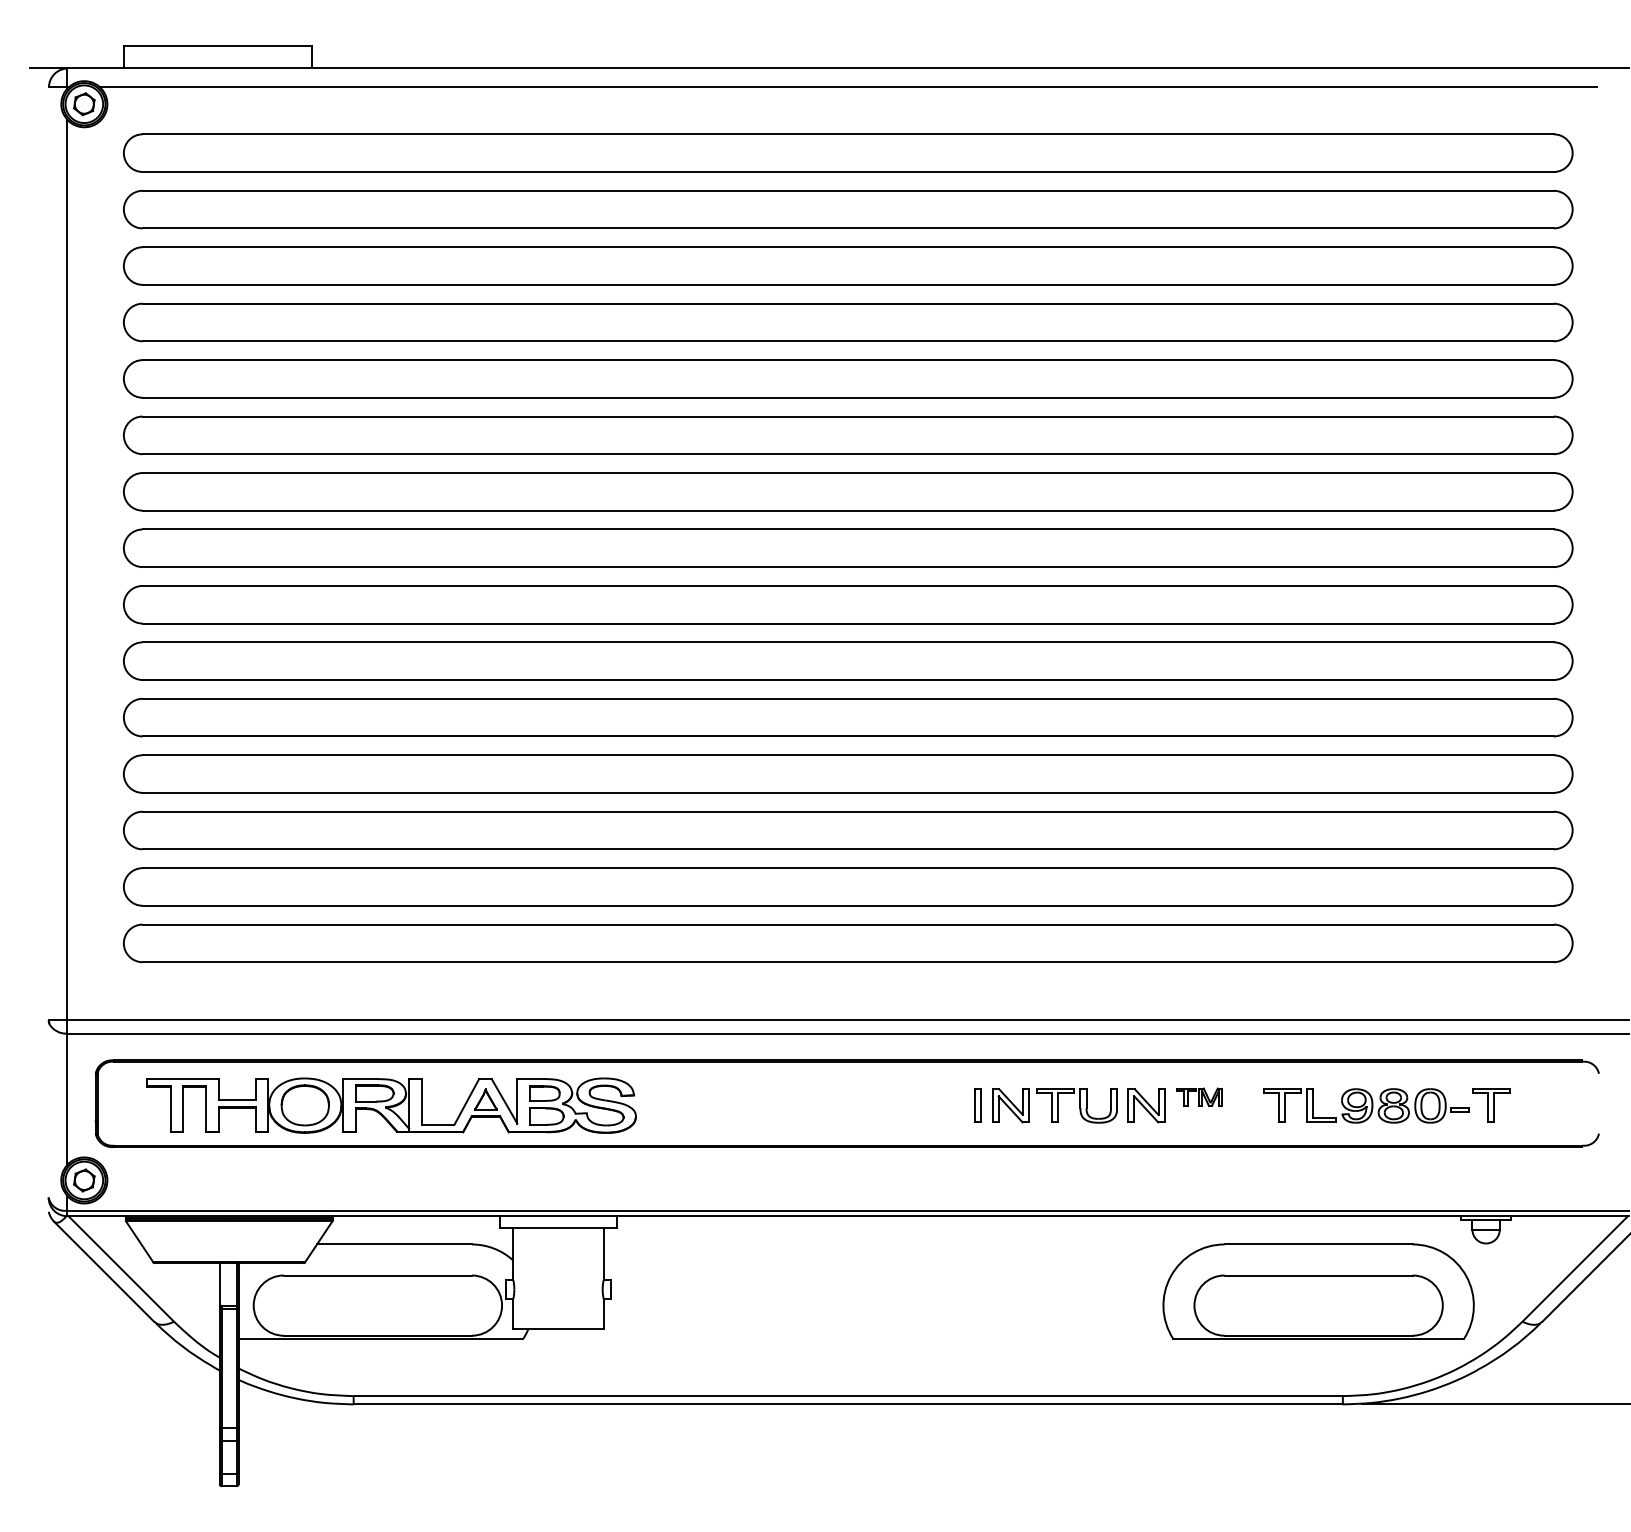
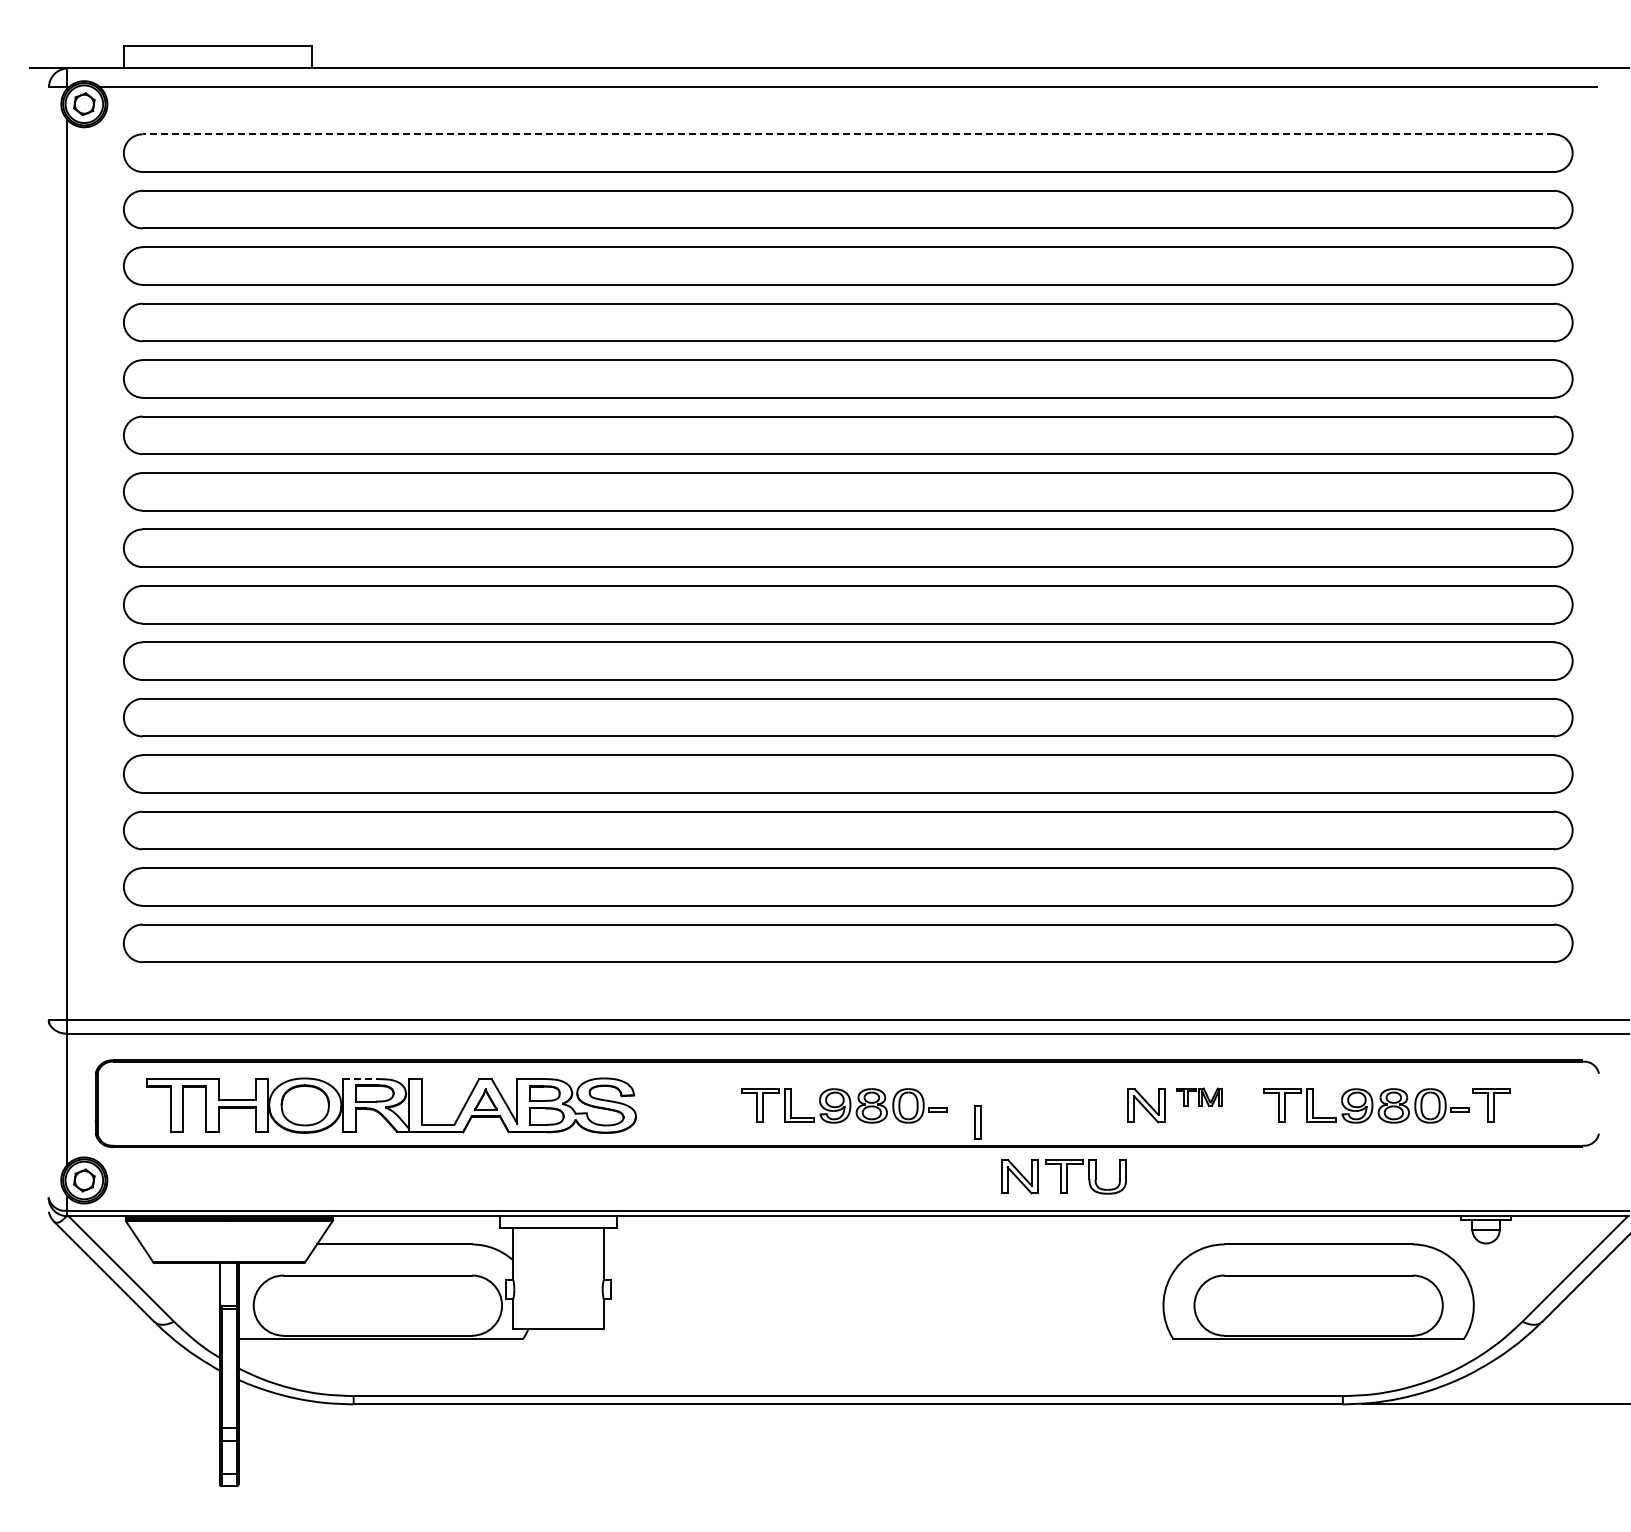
line at (848, 134): solid -> dashed
line at (361, 1079): solid -> dashed
part at (844, 1105): none -> present
part at (977, 1105) position: (977, 1105) -> (977, 1122)
part at (1054, 1105) position: (1054, 1105) -> (1063, 1176)
